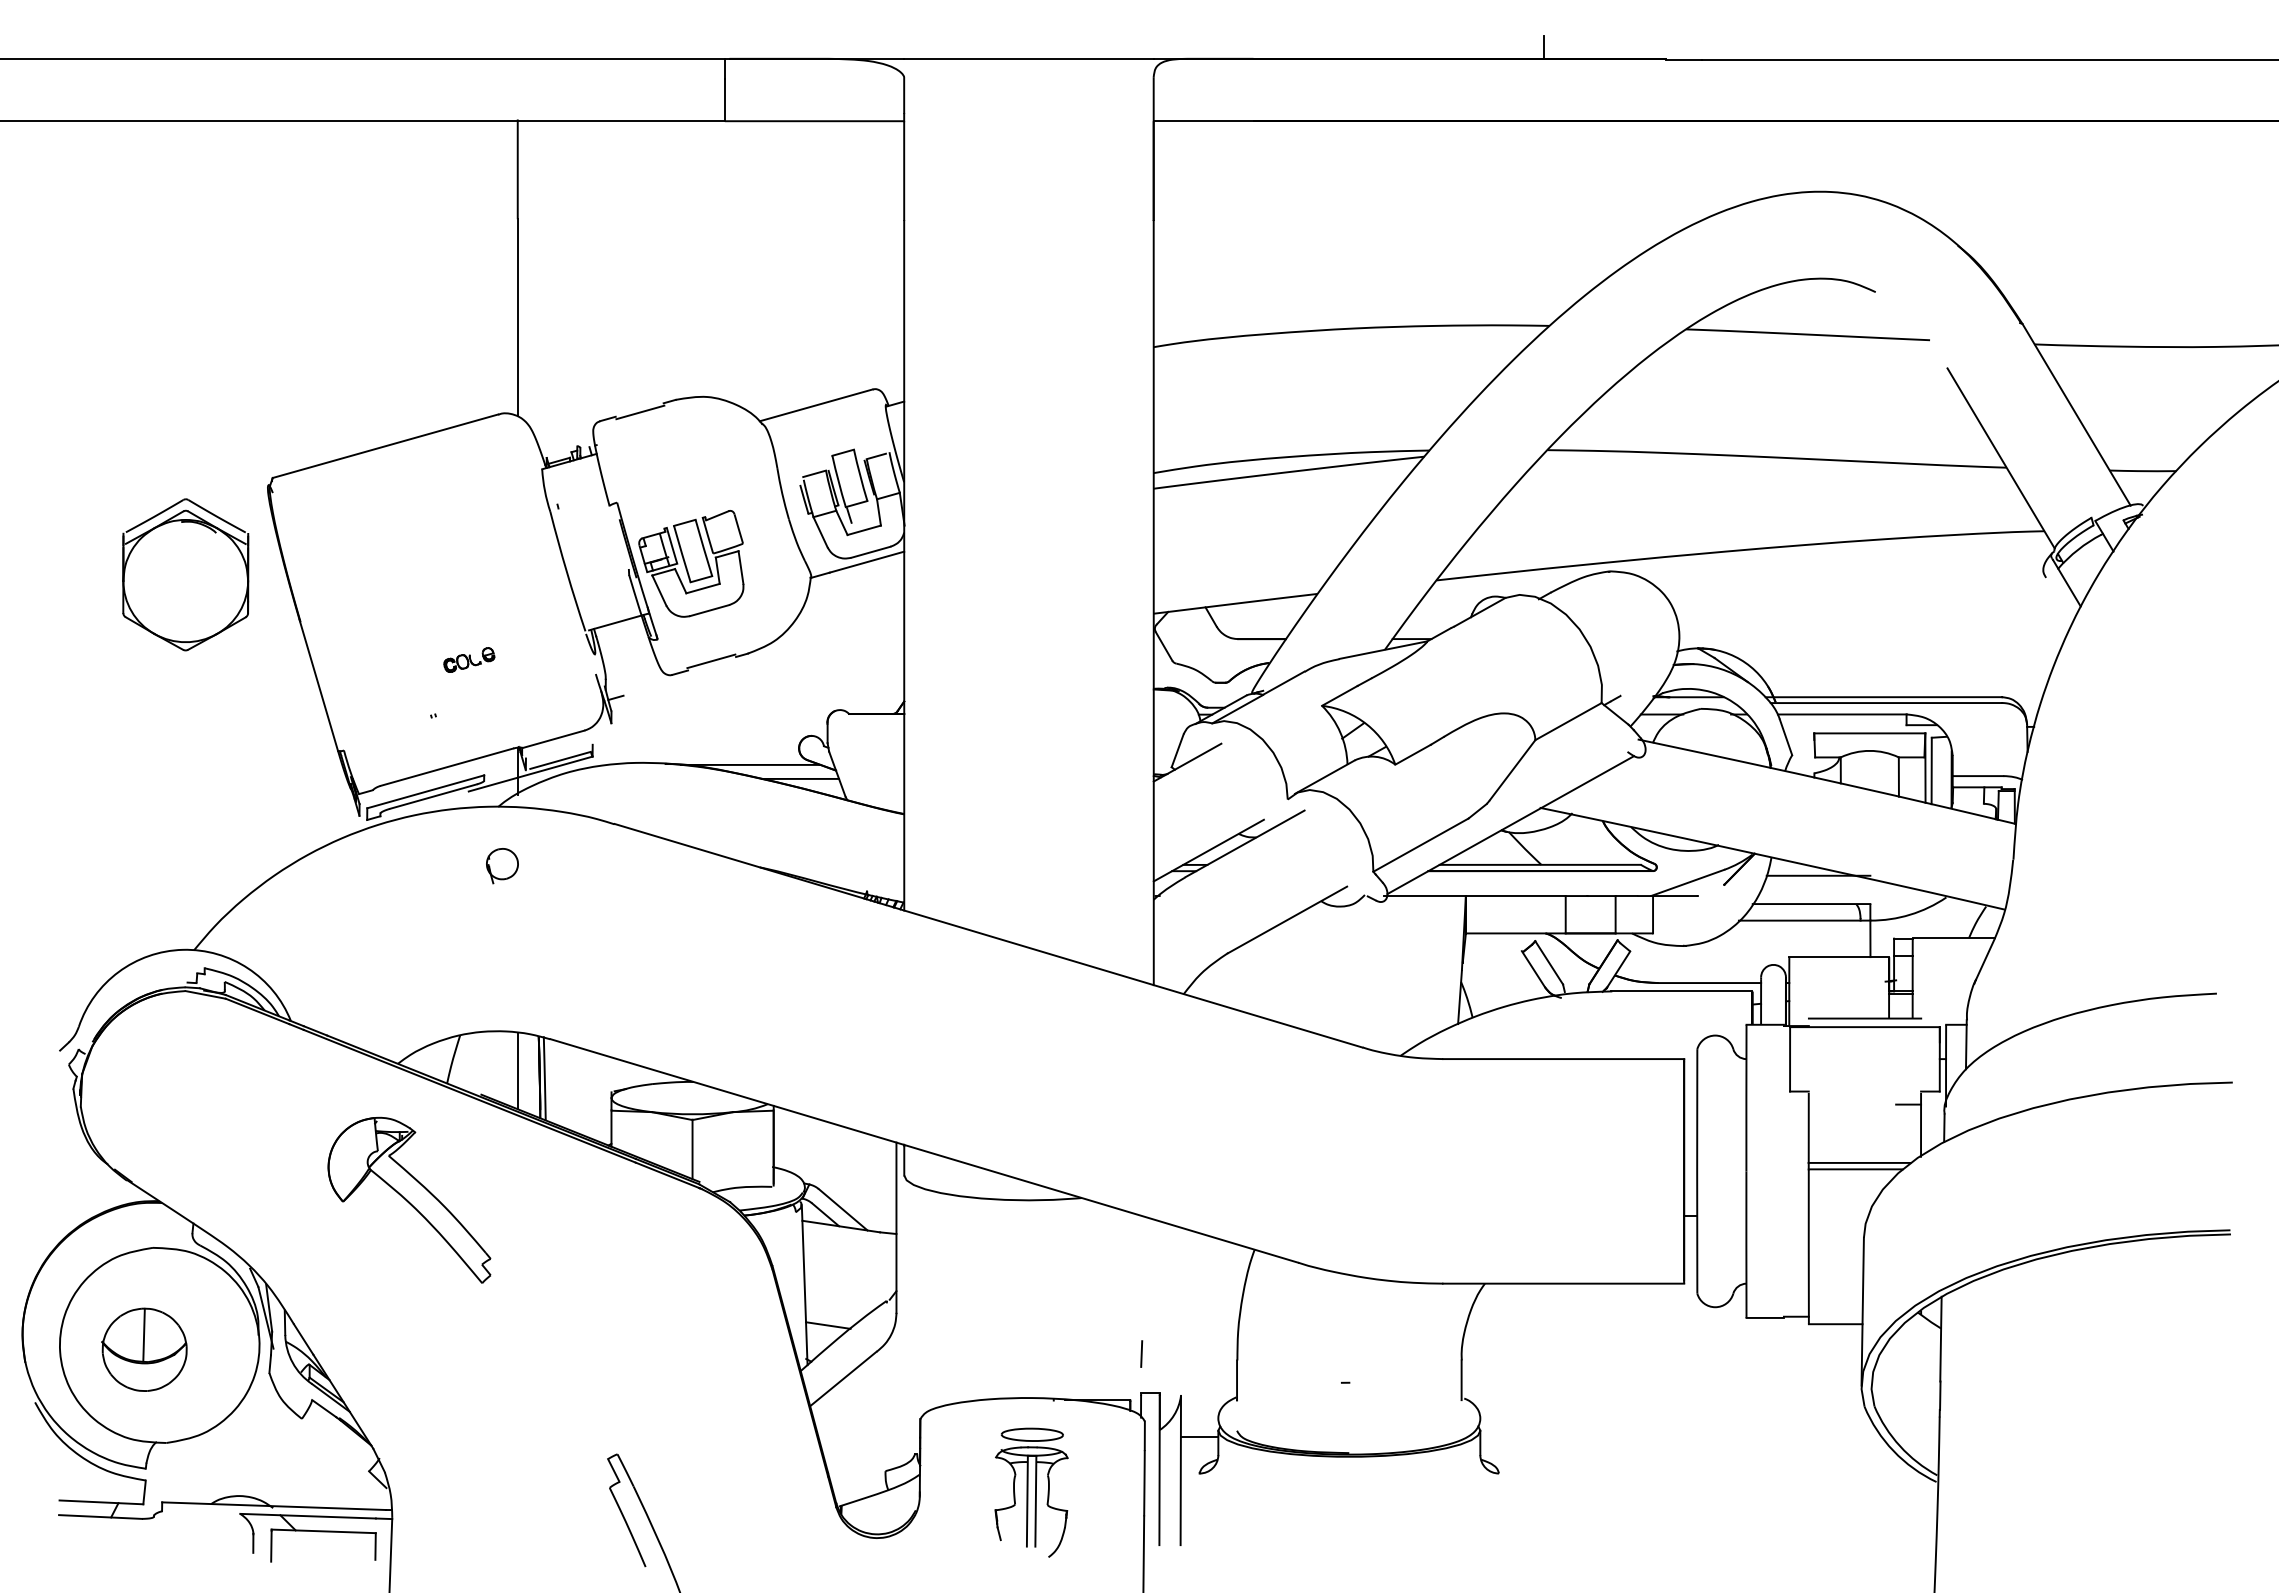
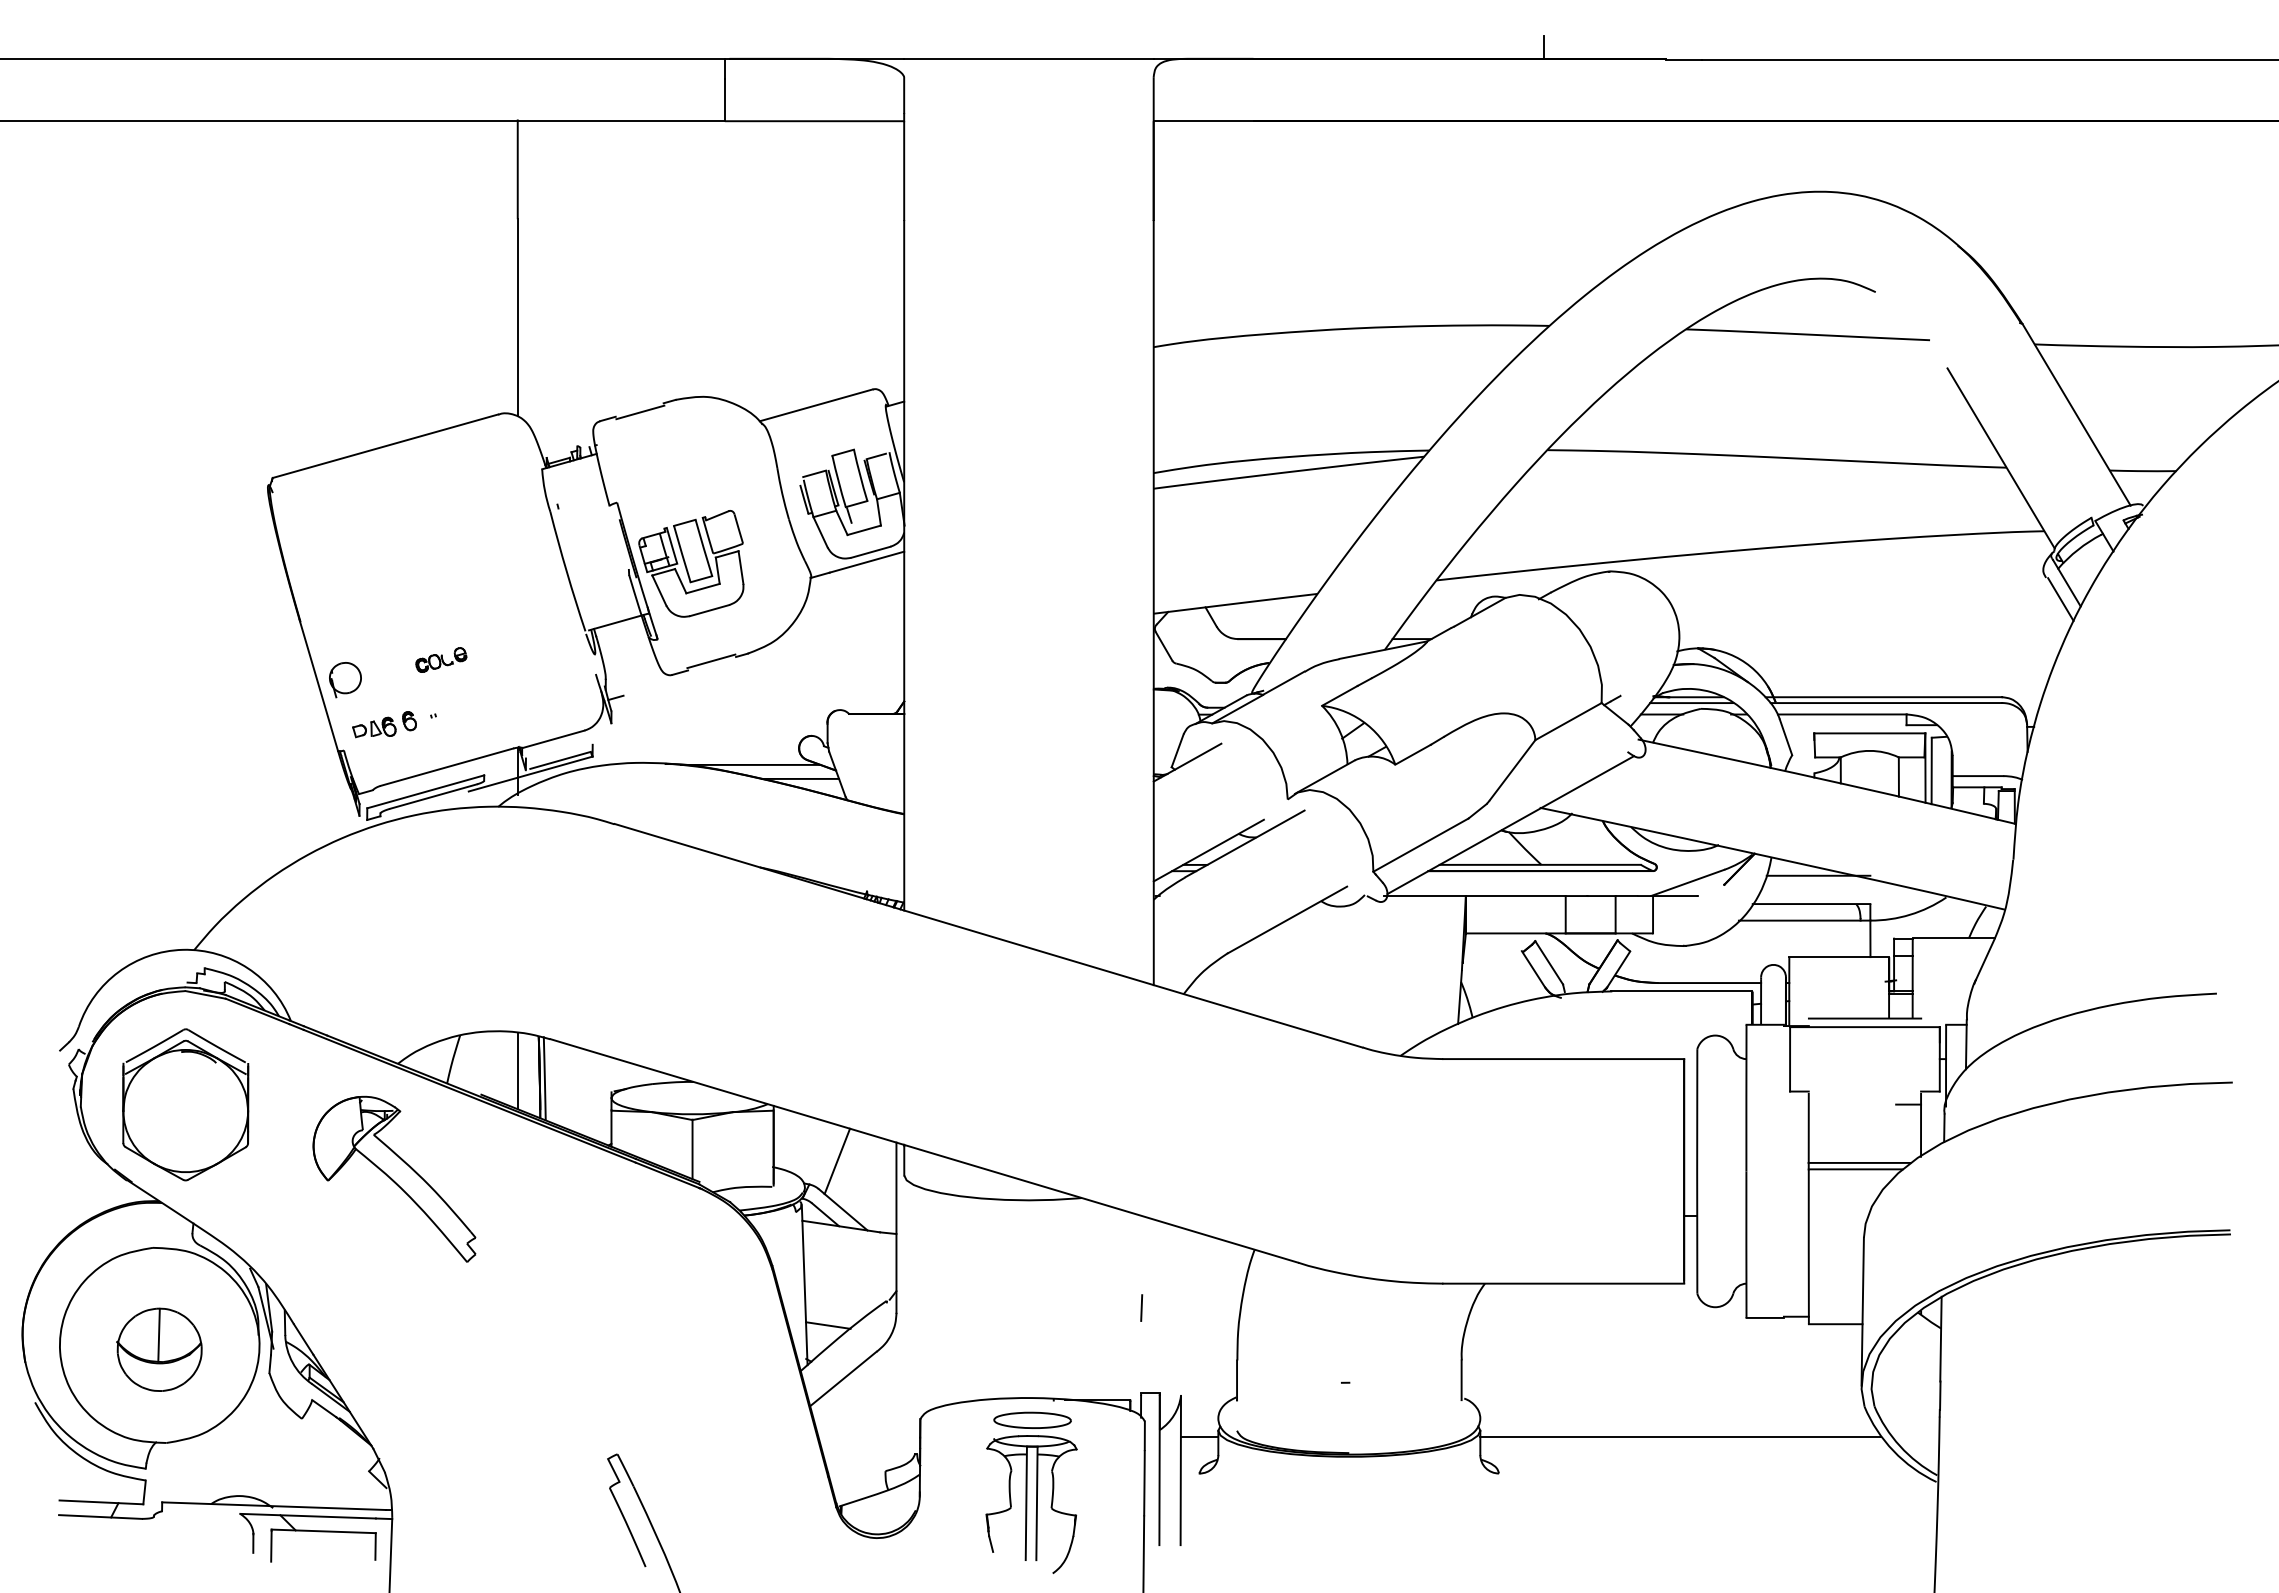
part at (185, 574) position: (185, 574) -> (185, 1104)
line at (2060, 599): none -> present
part at (469, 659) position: (469, 659) -> (441, 659)
line at (1691, 703): none -> present
part at (384, 724): none -> present
part at (502, 866) position: (502, 866) -> (345, 680)
line at (837, 1161): none -> present
part at (409, 1199) position: (409, 1199) -> (394, 1178)
part at (144, 1349) position: (144, 1349) -> (159, 1349)
line at (1141, 1353) position: (1141, 1353) -> (1141, 1307)
line at (1680, 1437): none -> present
part at (1031, 1492) size: 75x131 px -> 93x163 px
